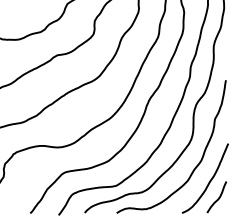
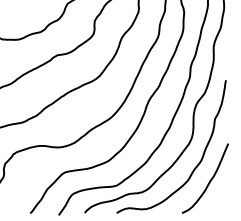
curve at (217, 198): present -> none
